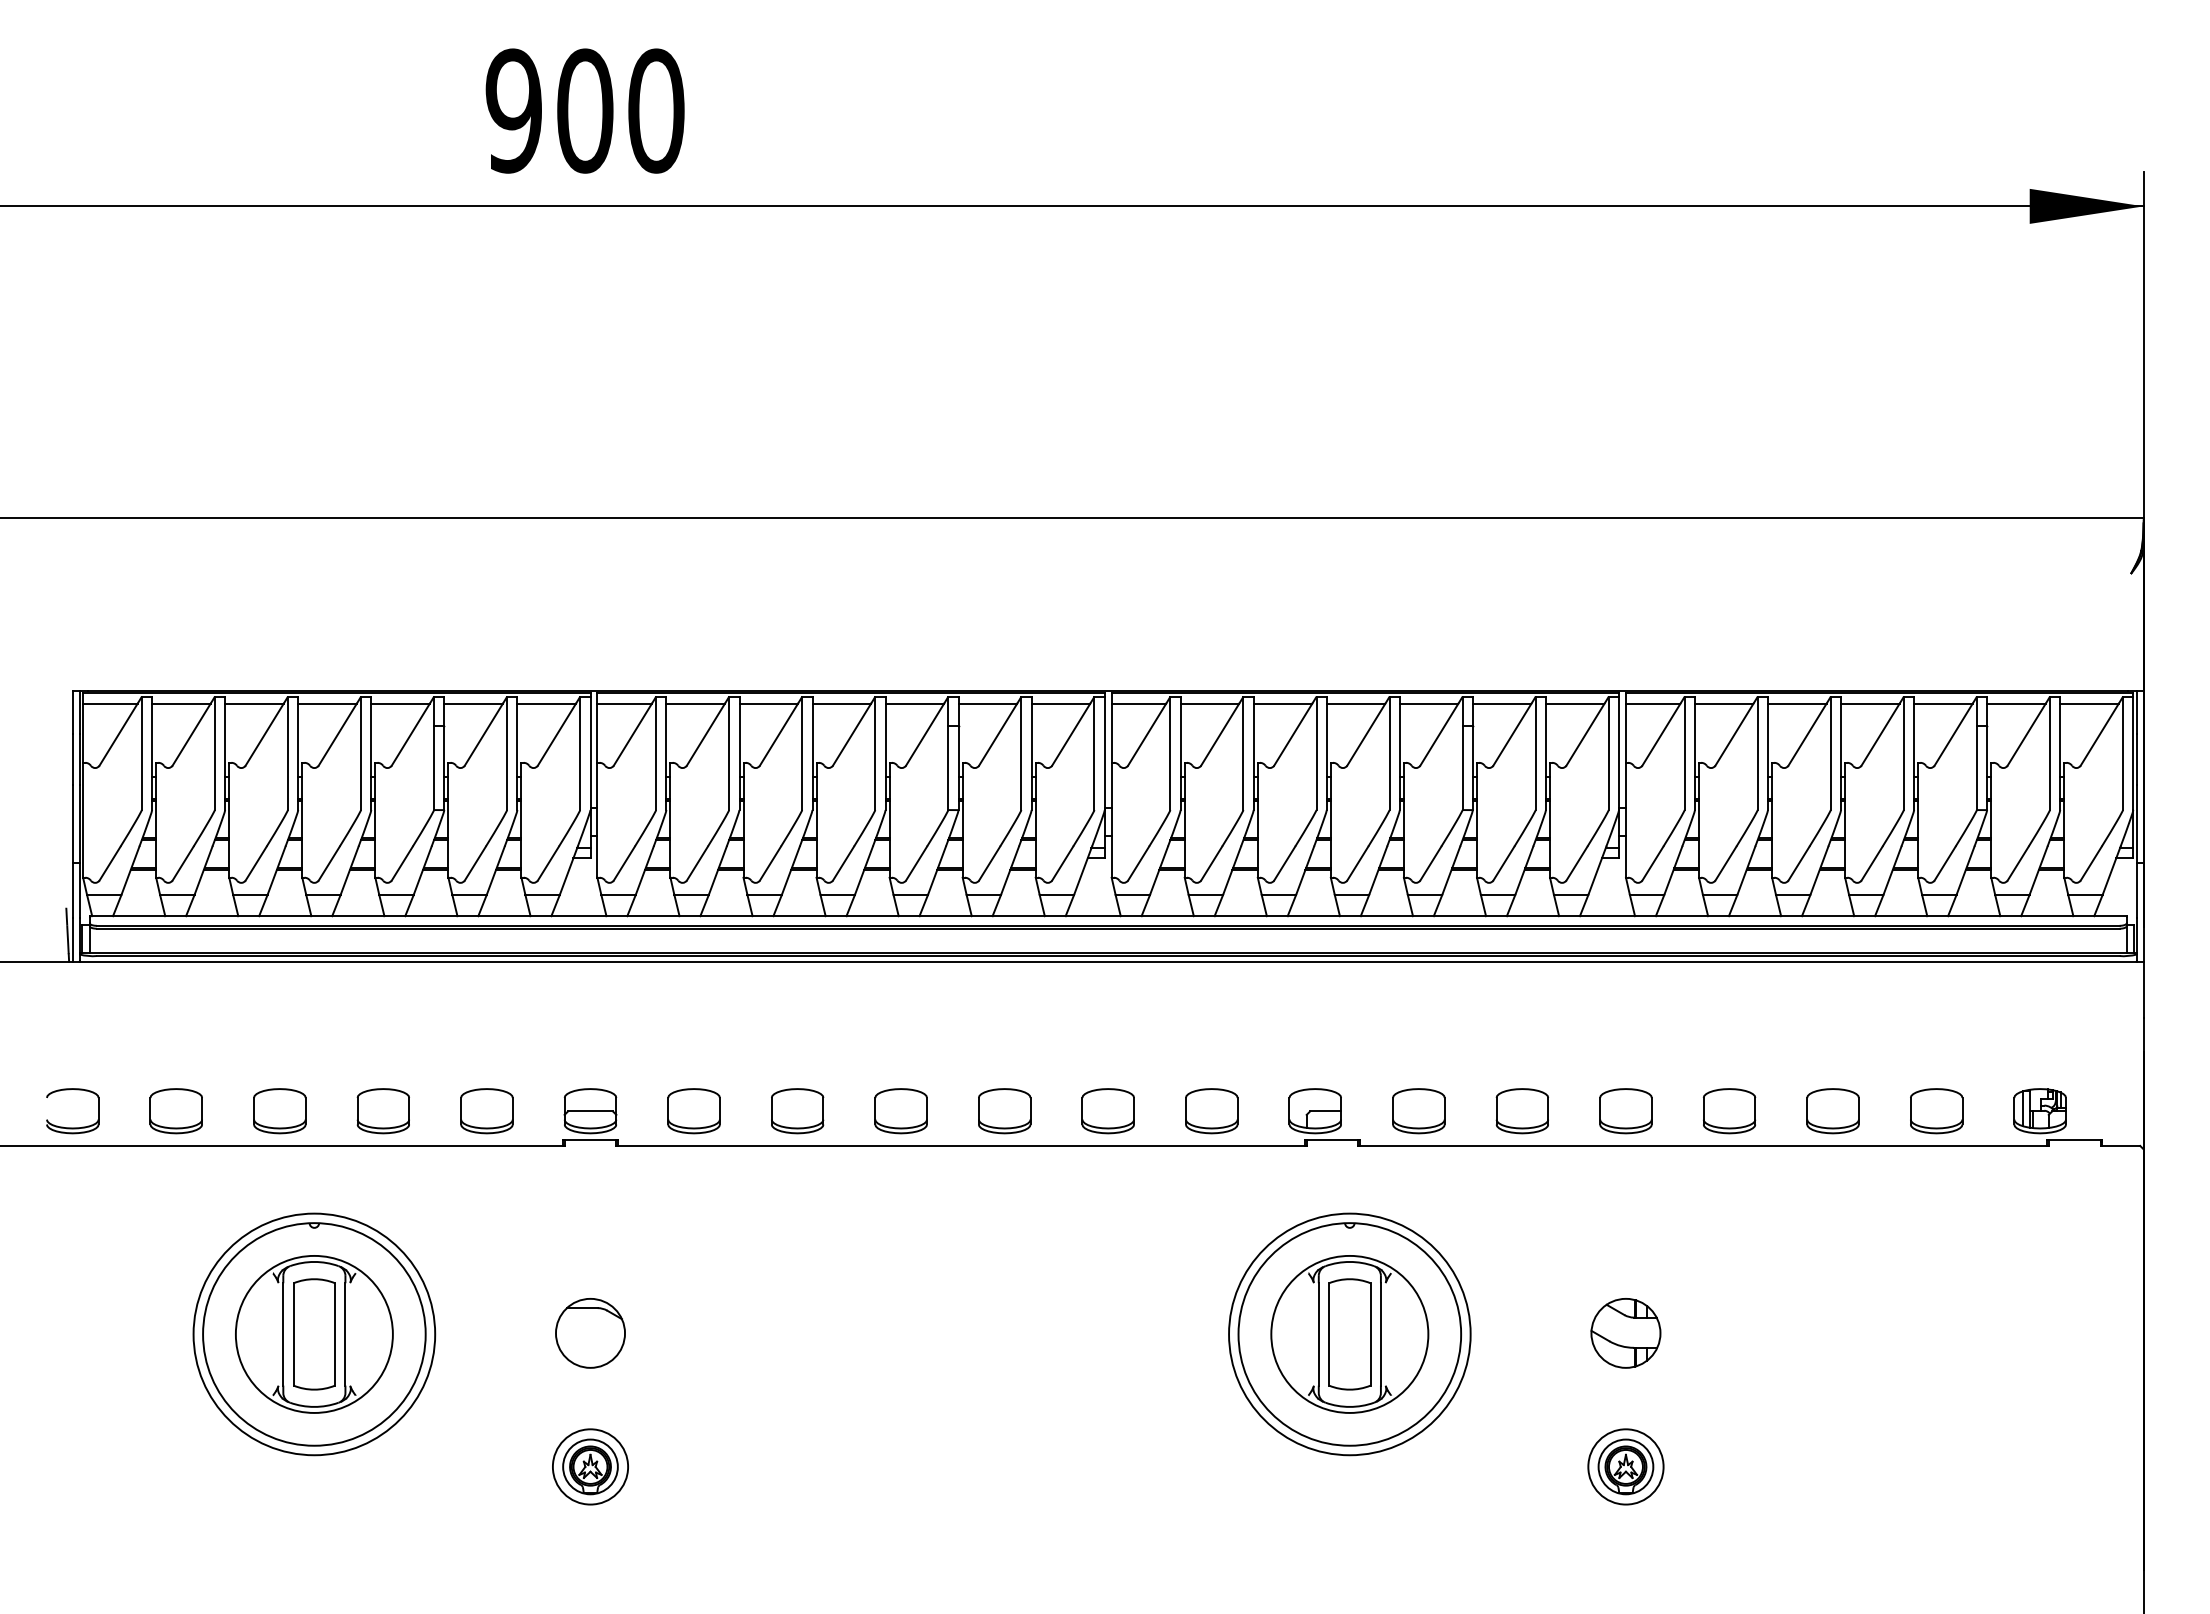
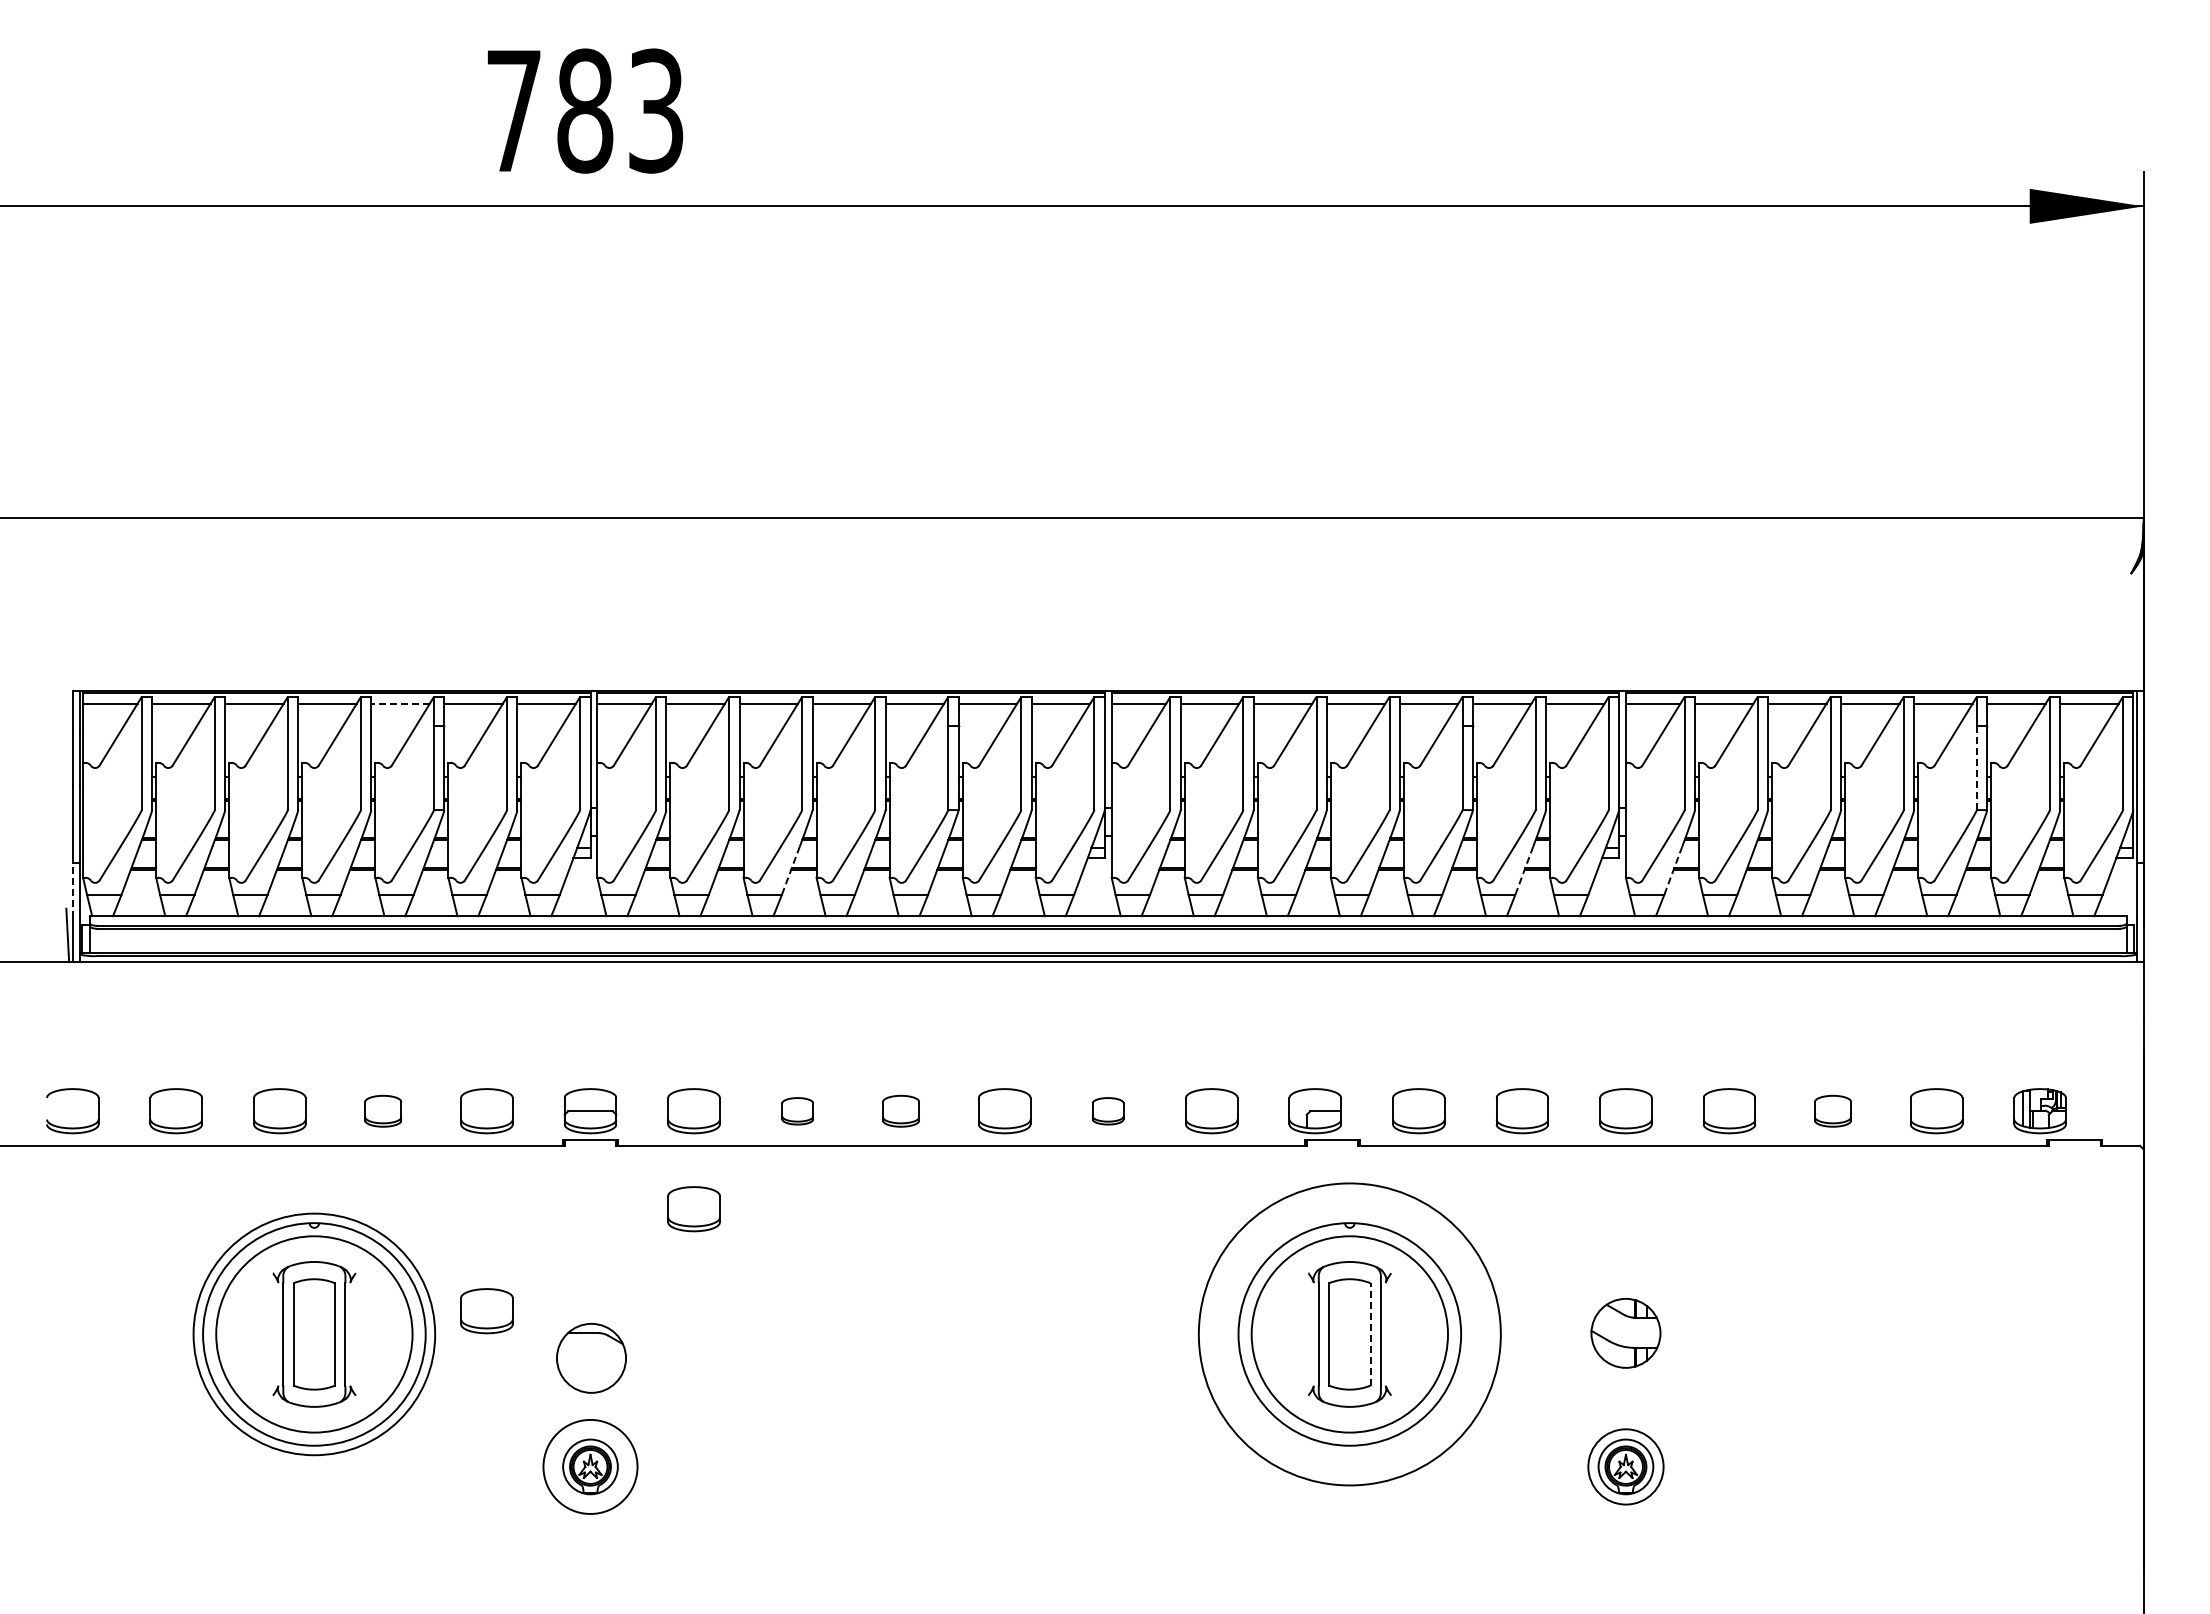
text at (584, 110): 900 -> 783
line at (400, 703): solid -> dashed
line at (1976, 768): solid -> dashed
line at (790, 870): solid -> dashed
line at (1524, 870): solid -> dashed
line at (1673, 870): solid -> dashed
line at (72, 890): solid -> dashed
part at (382, 1111) size: 54x47 px -> 39x34 px
part at (797, 1111) size: 54x47 px -> 33x29 px
part at (900, 1111) size: 54x47 px -> 38x34 px
part at (1107, 1111) size: 54x47 px -> 33x29 px
part at (1832, 1111) size: 54x47 px -> 38x34 px
part at (693, 1209): none -> present
part at (486, 1311): none -> present
circle at (313, 1333) diameter: 157 px -> 196 px
part at (590, 1333) position: (590, 1333) -> (591, 1358)
circle at (1349, 1333) diameter: 157 px -> 196 px
line at (1370, 1333): solid -> dashed
circle at (1349, 1334) diameter: 242 px -> 302 px
circle at (590, 1466) diameter: 75 px -> 94 px
